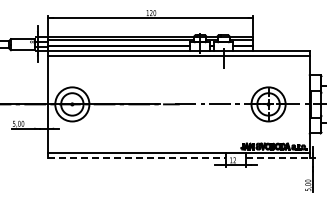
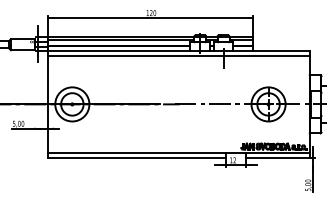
line at (137, 158): dashed -> solid
line at (277, 158): dashed -> solid
